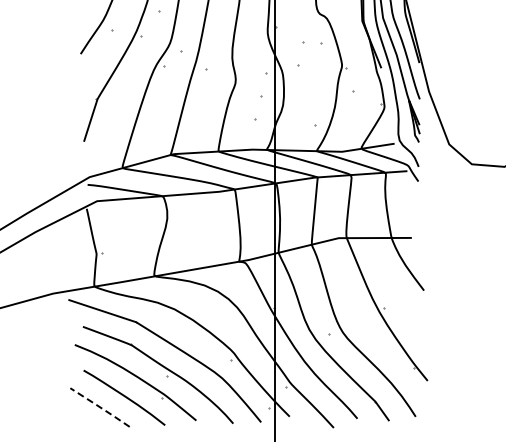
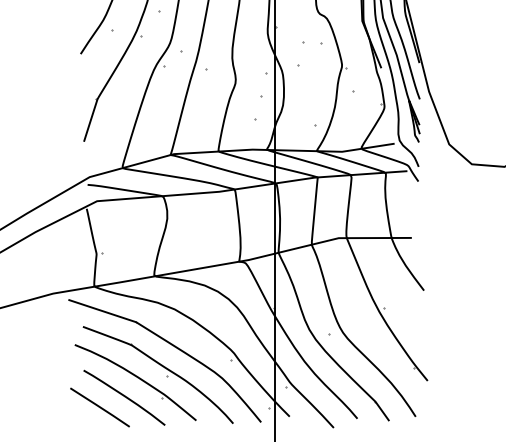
line at (99, 407): dashed -> solid
